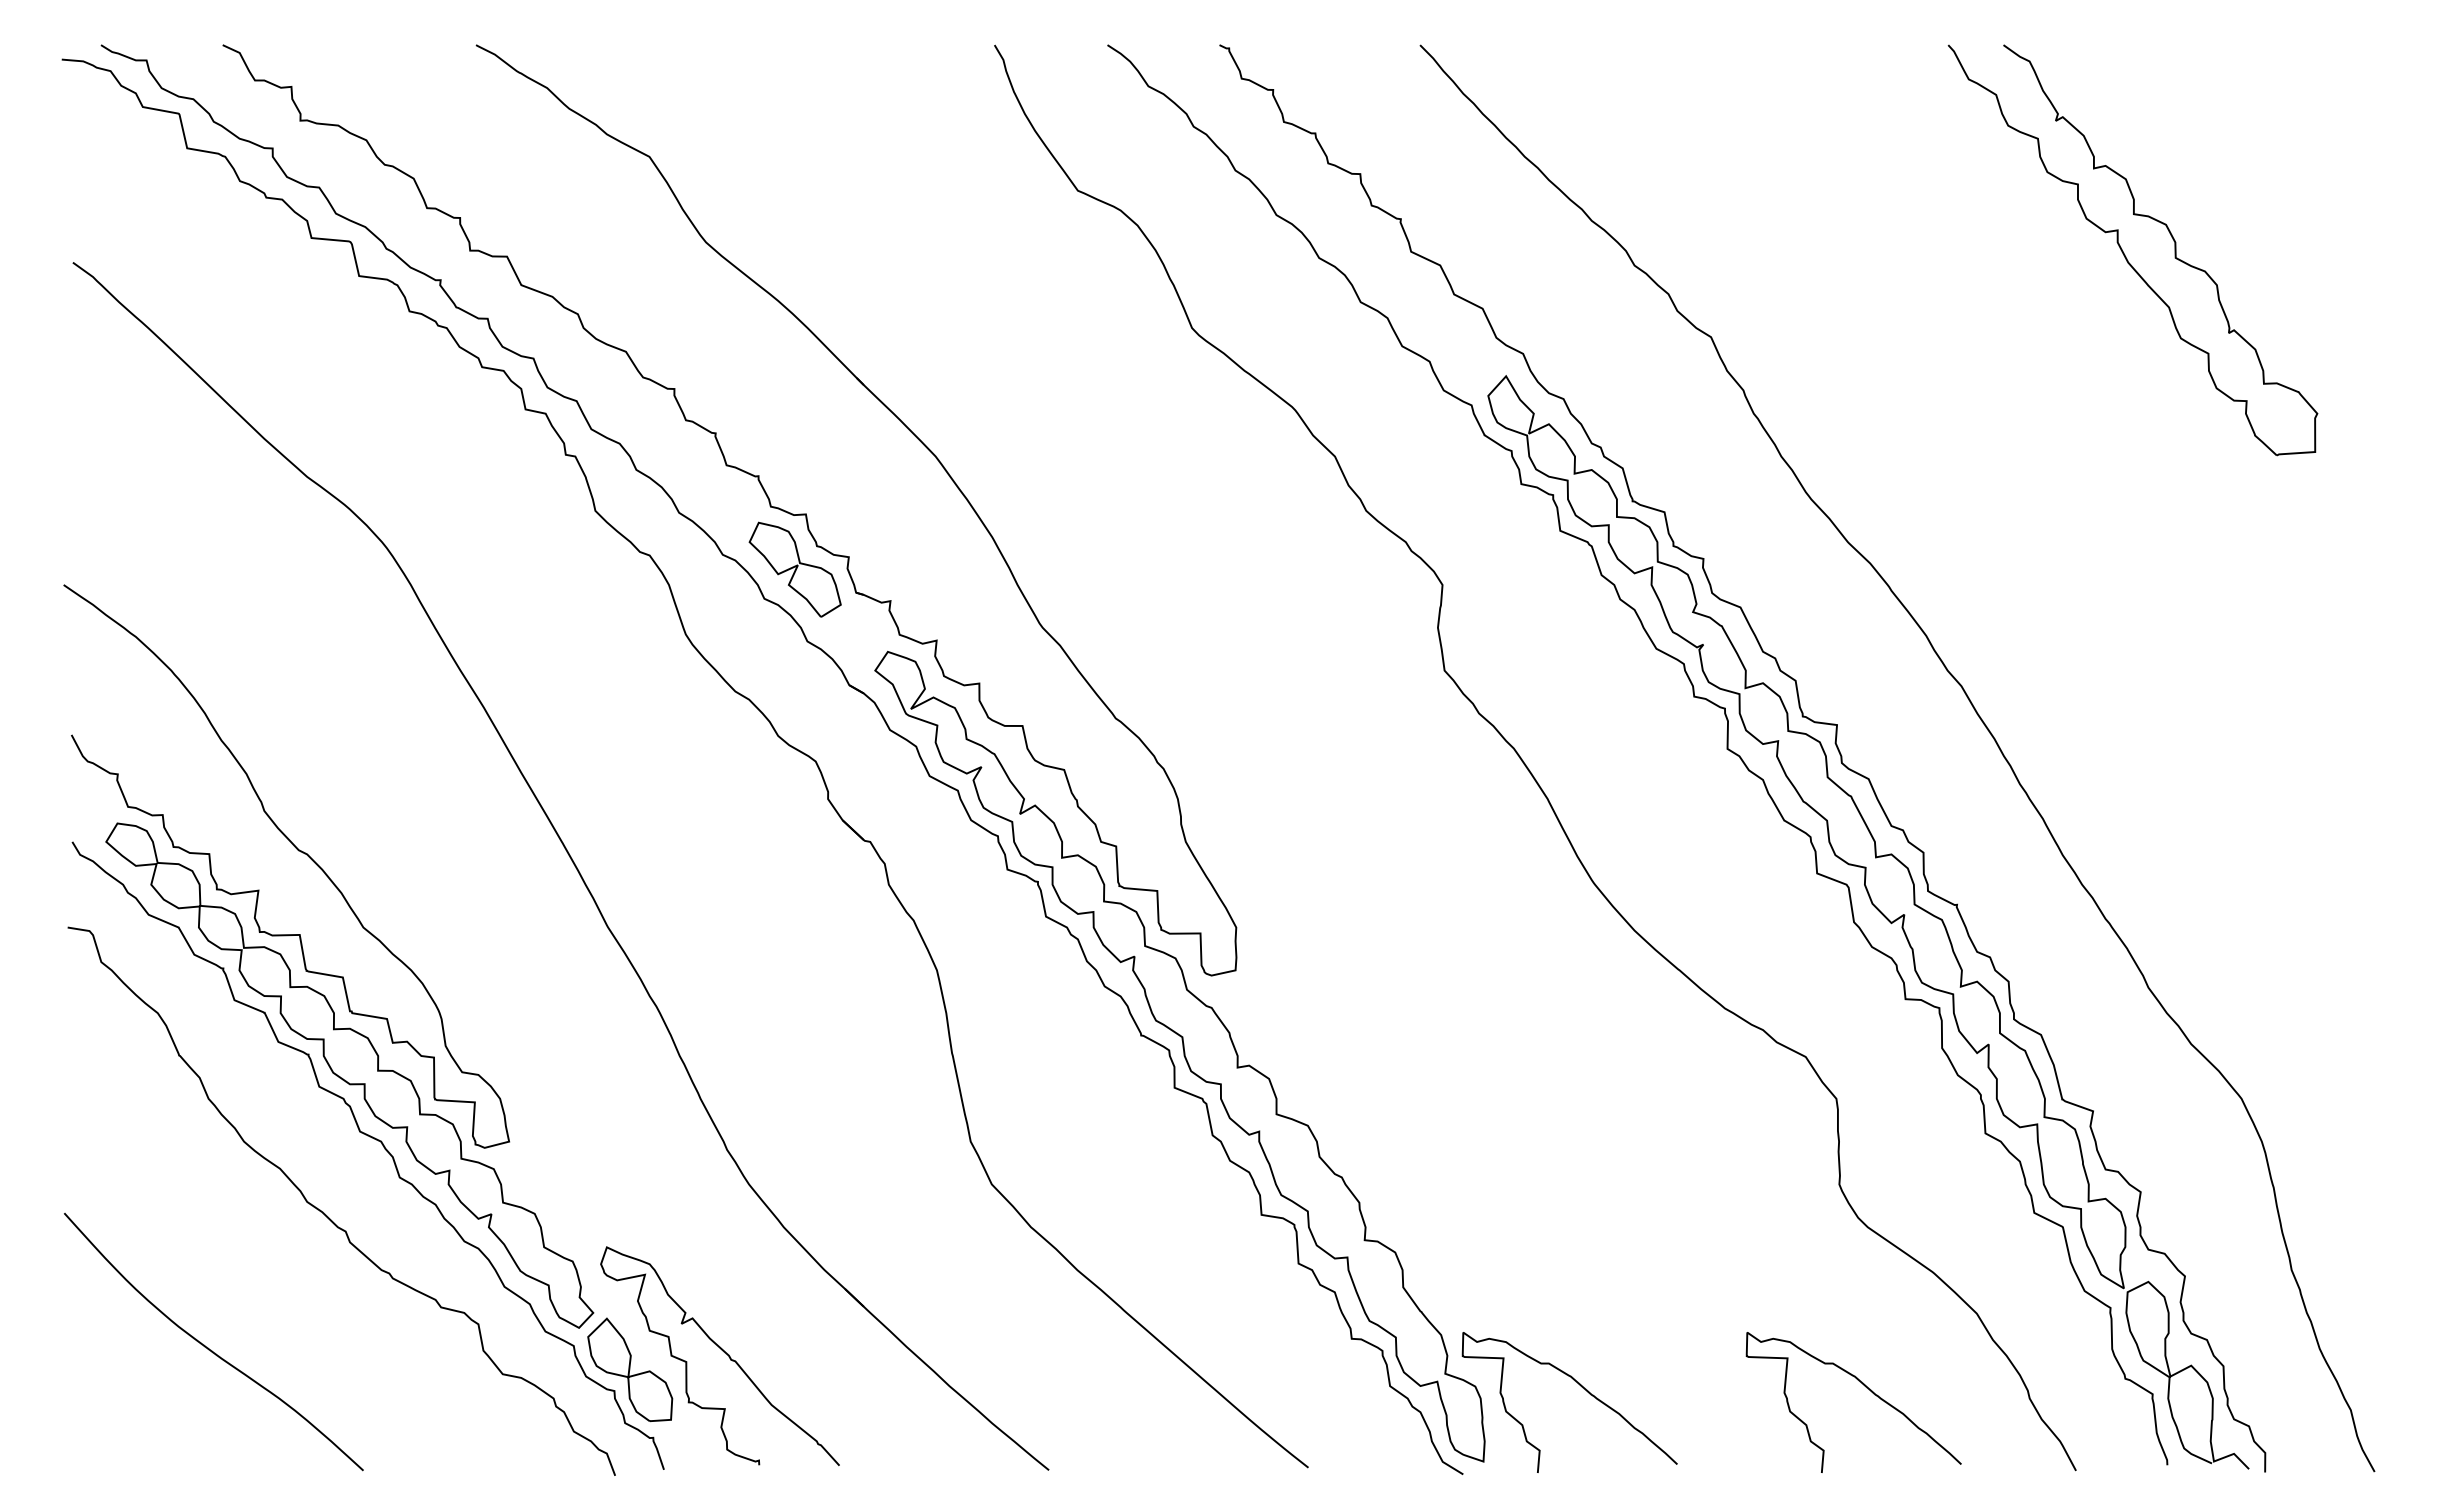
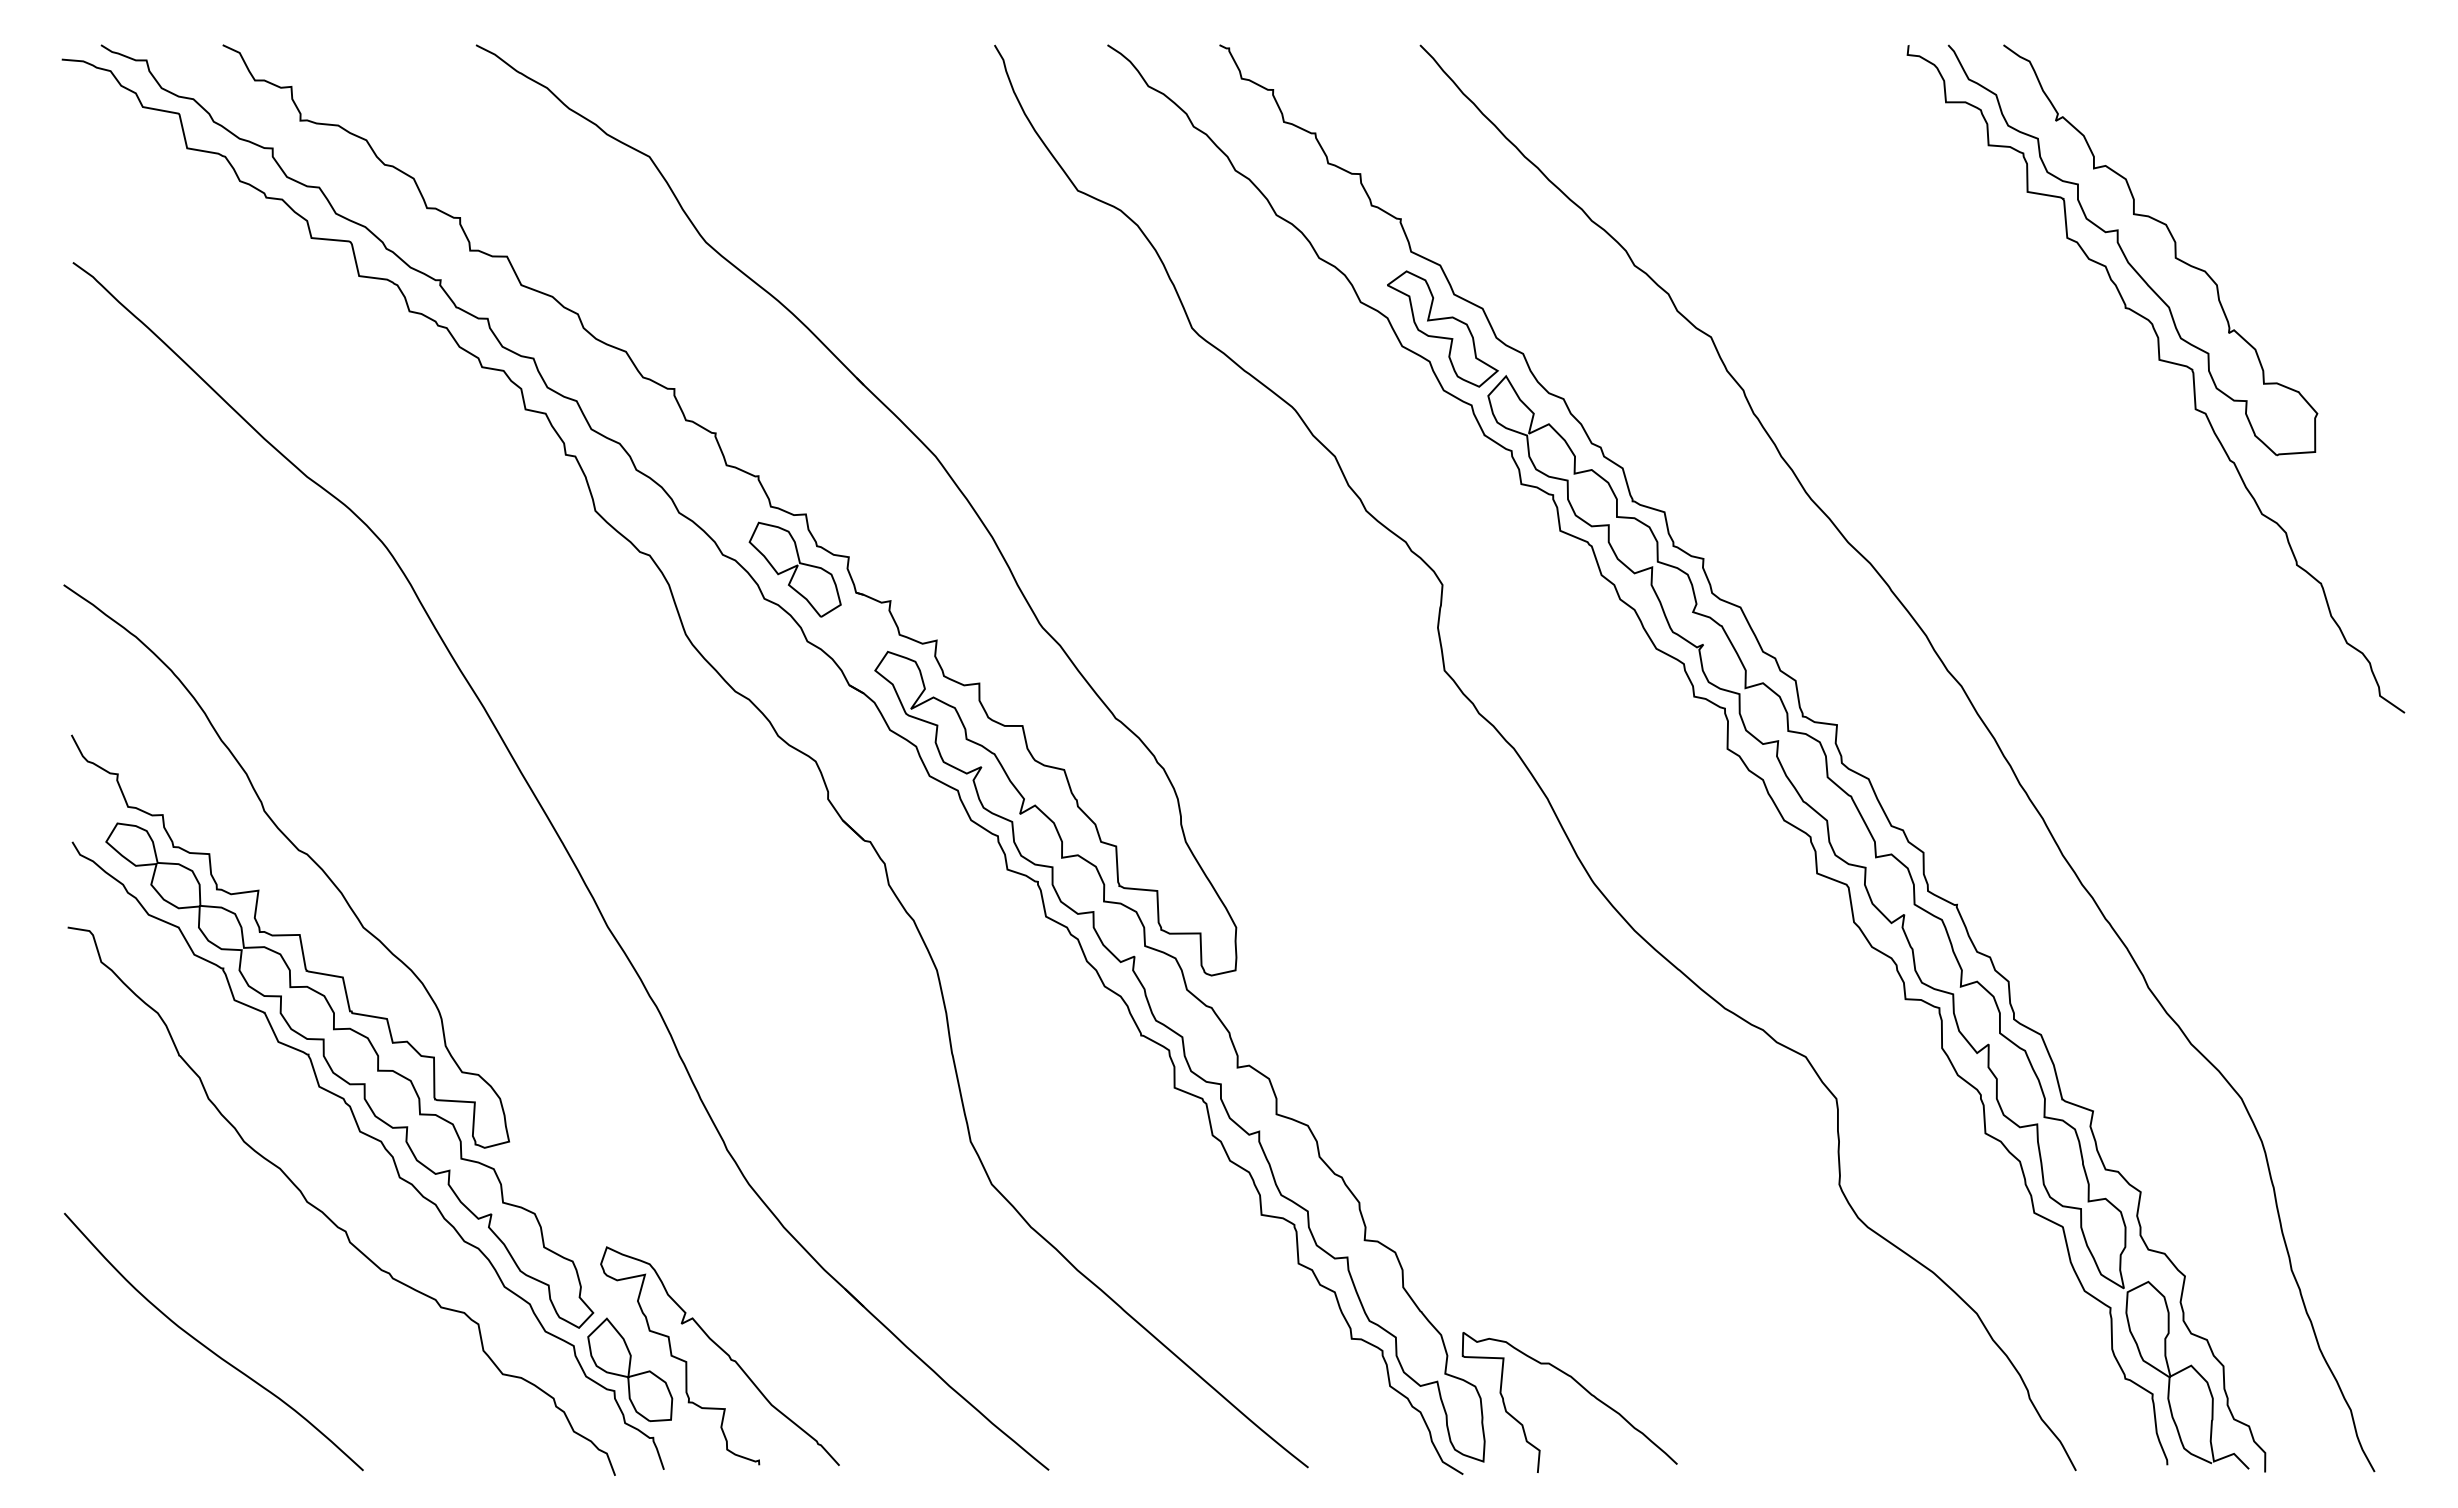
part at (1442, 328): none -> present
curve at (2160, 361): none -> present
curve at (1866, 1388): present -> none
